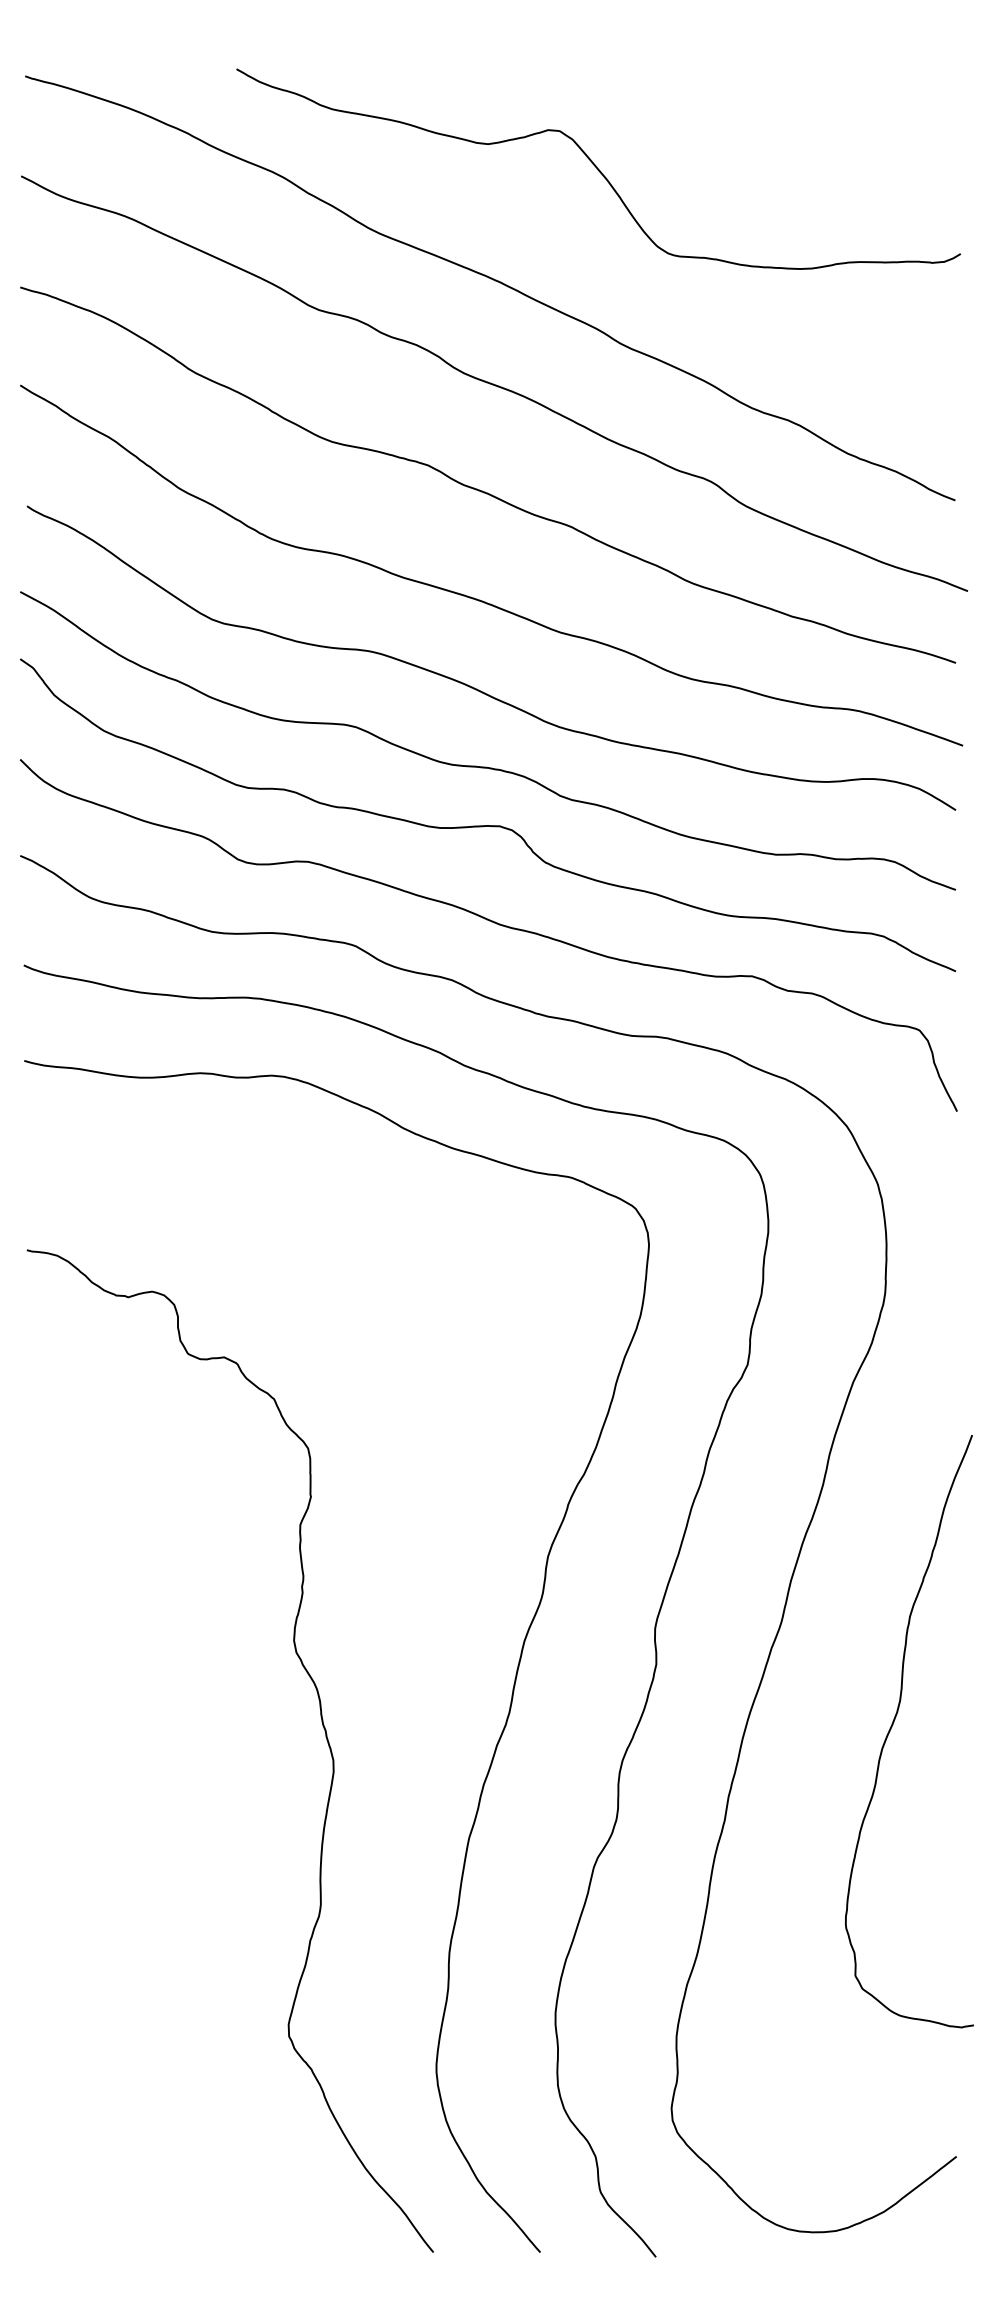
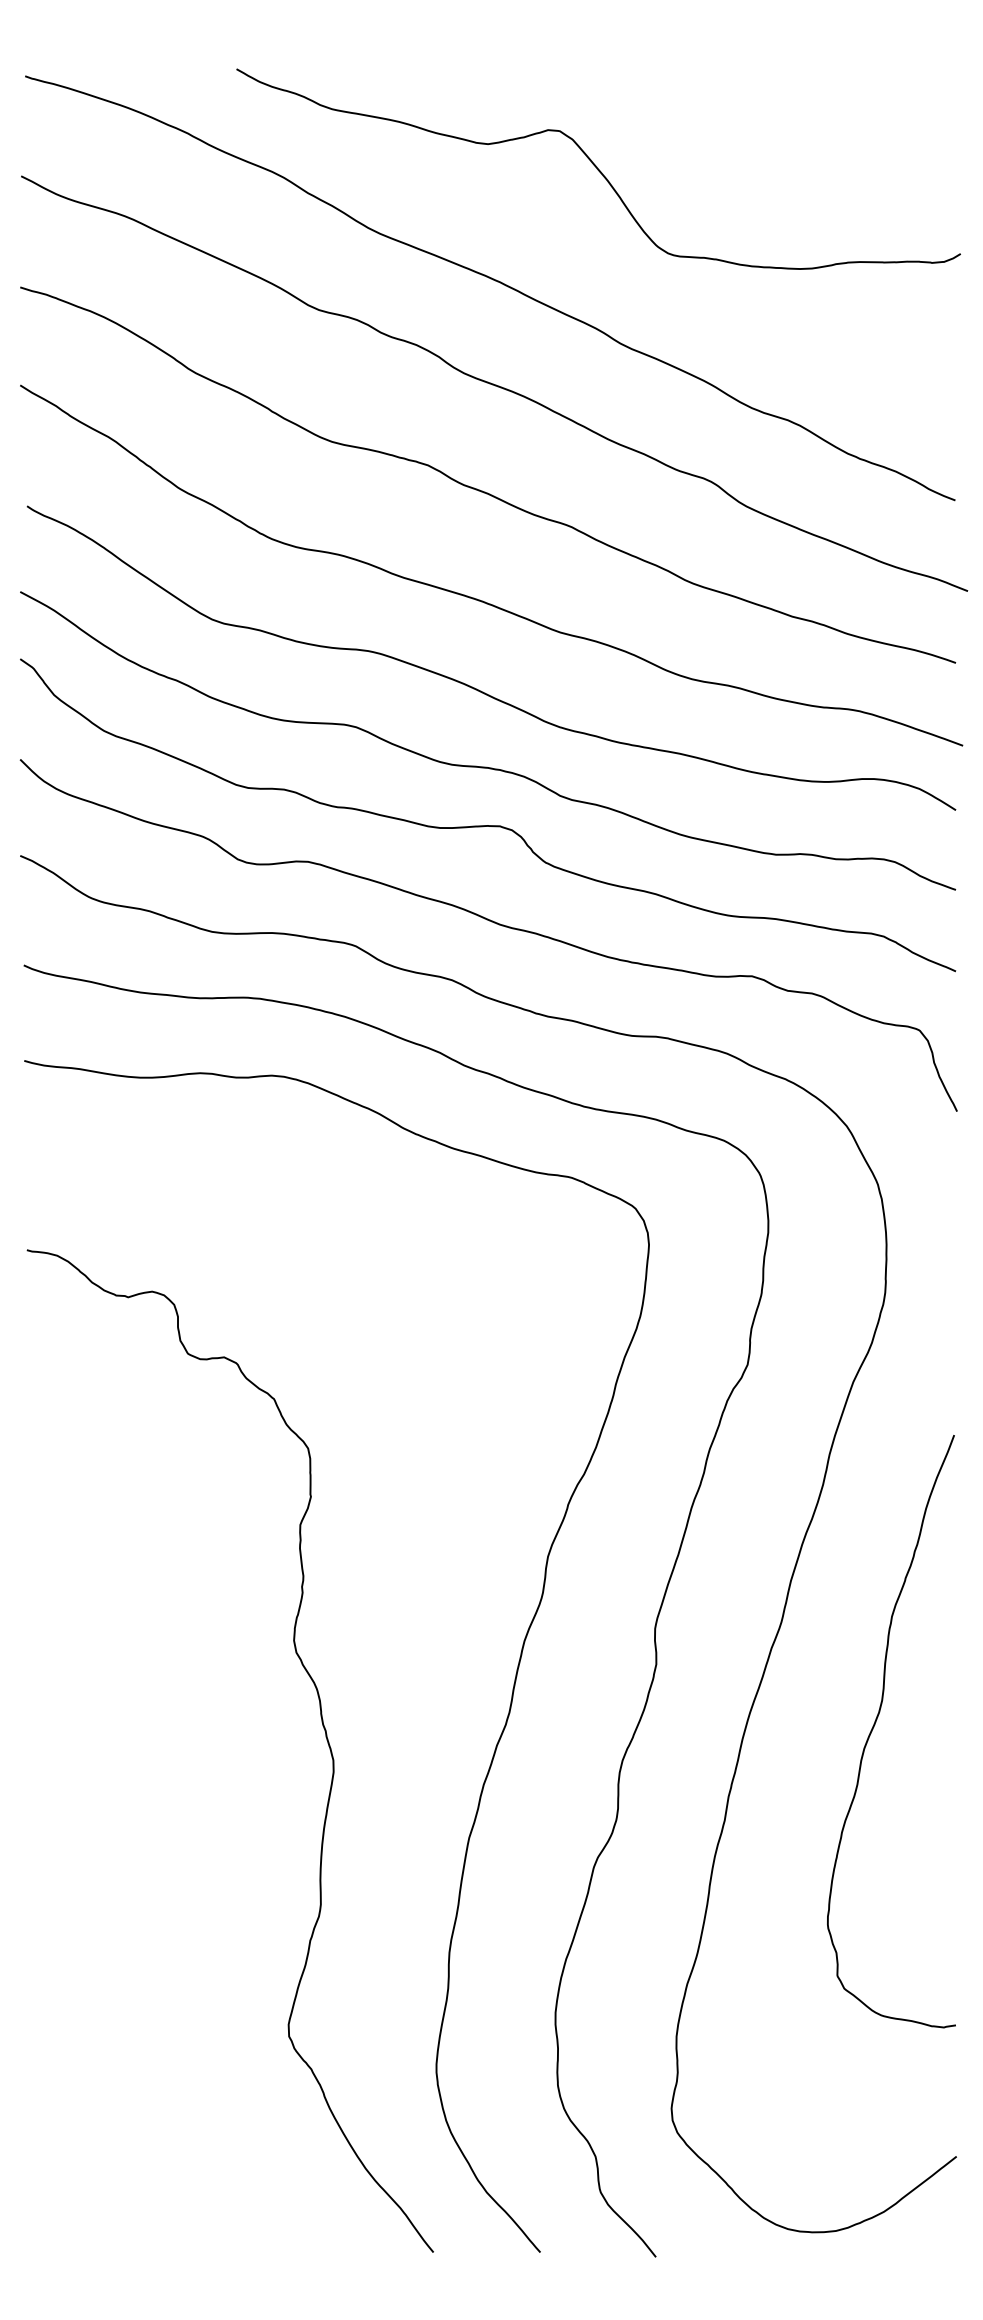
curve at (893, 1724) position: (893, 1724) -> (875, 1724)
